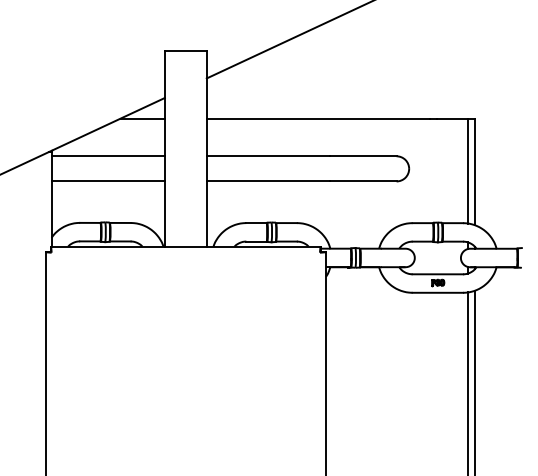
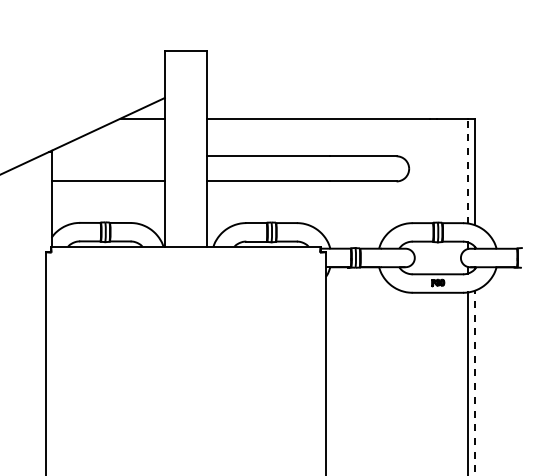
line at (287, 40): present -> none
line at (107, 156): present -> none
line at (467, 170): solid -> dashed
line at (475, 382): solid -> dashed
